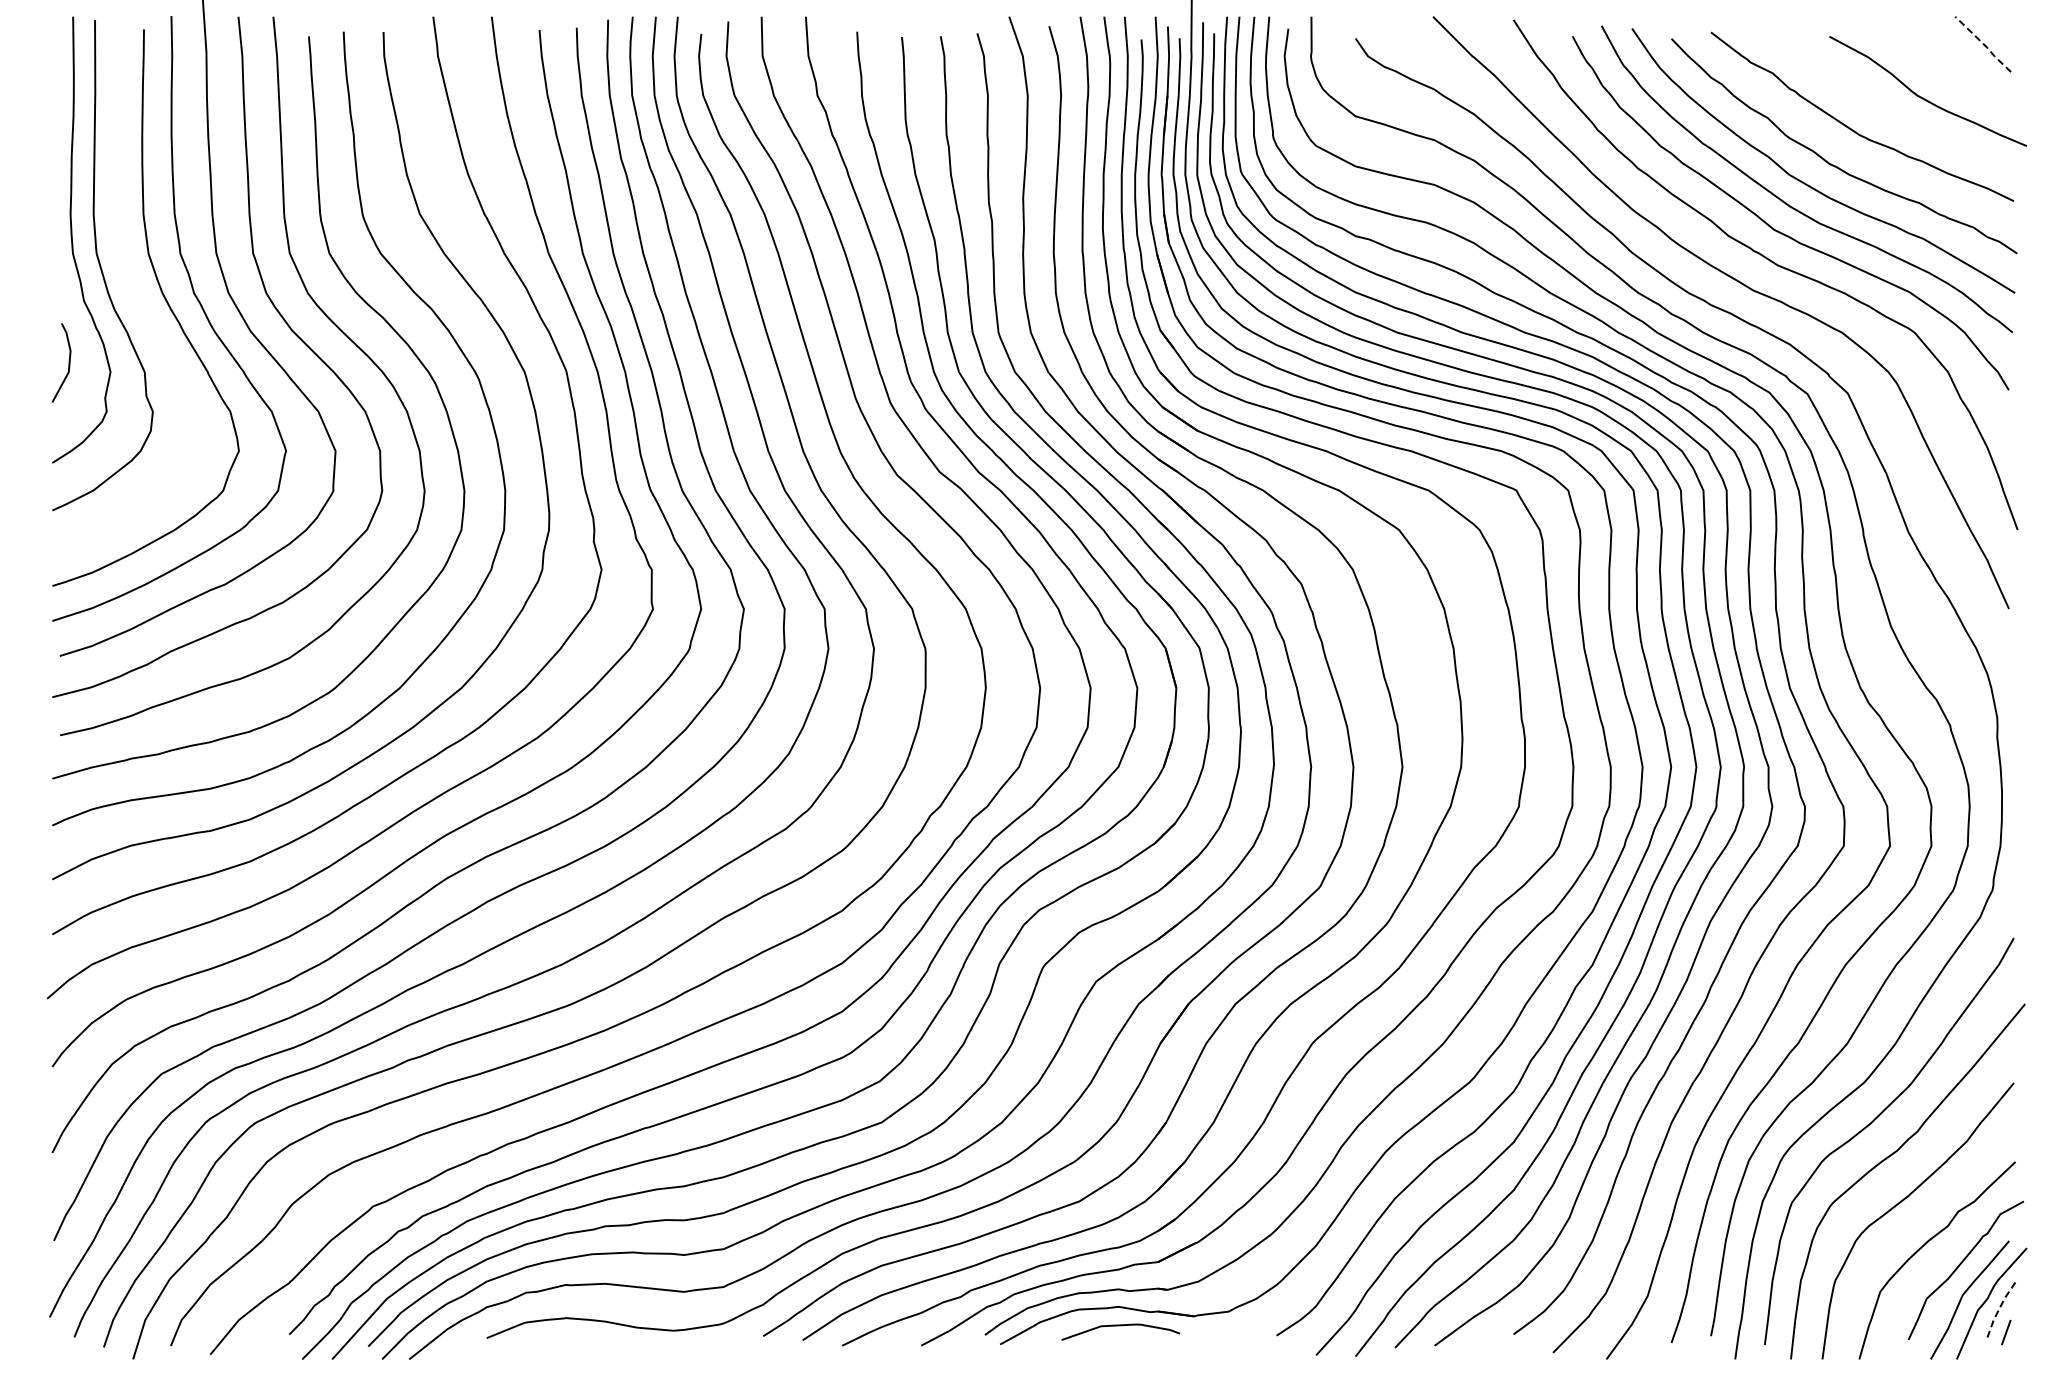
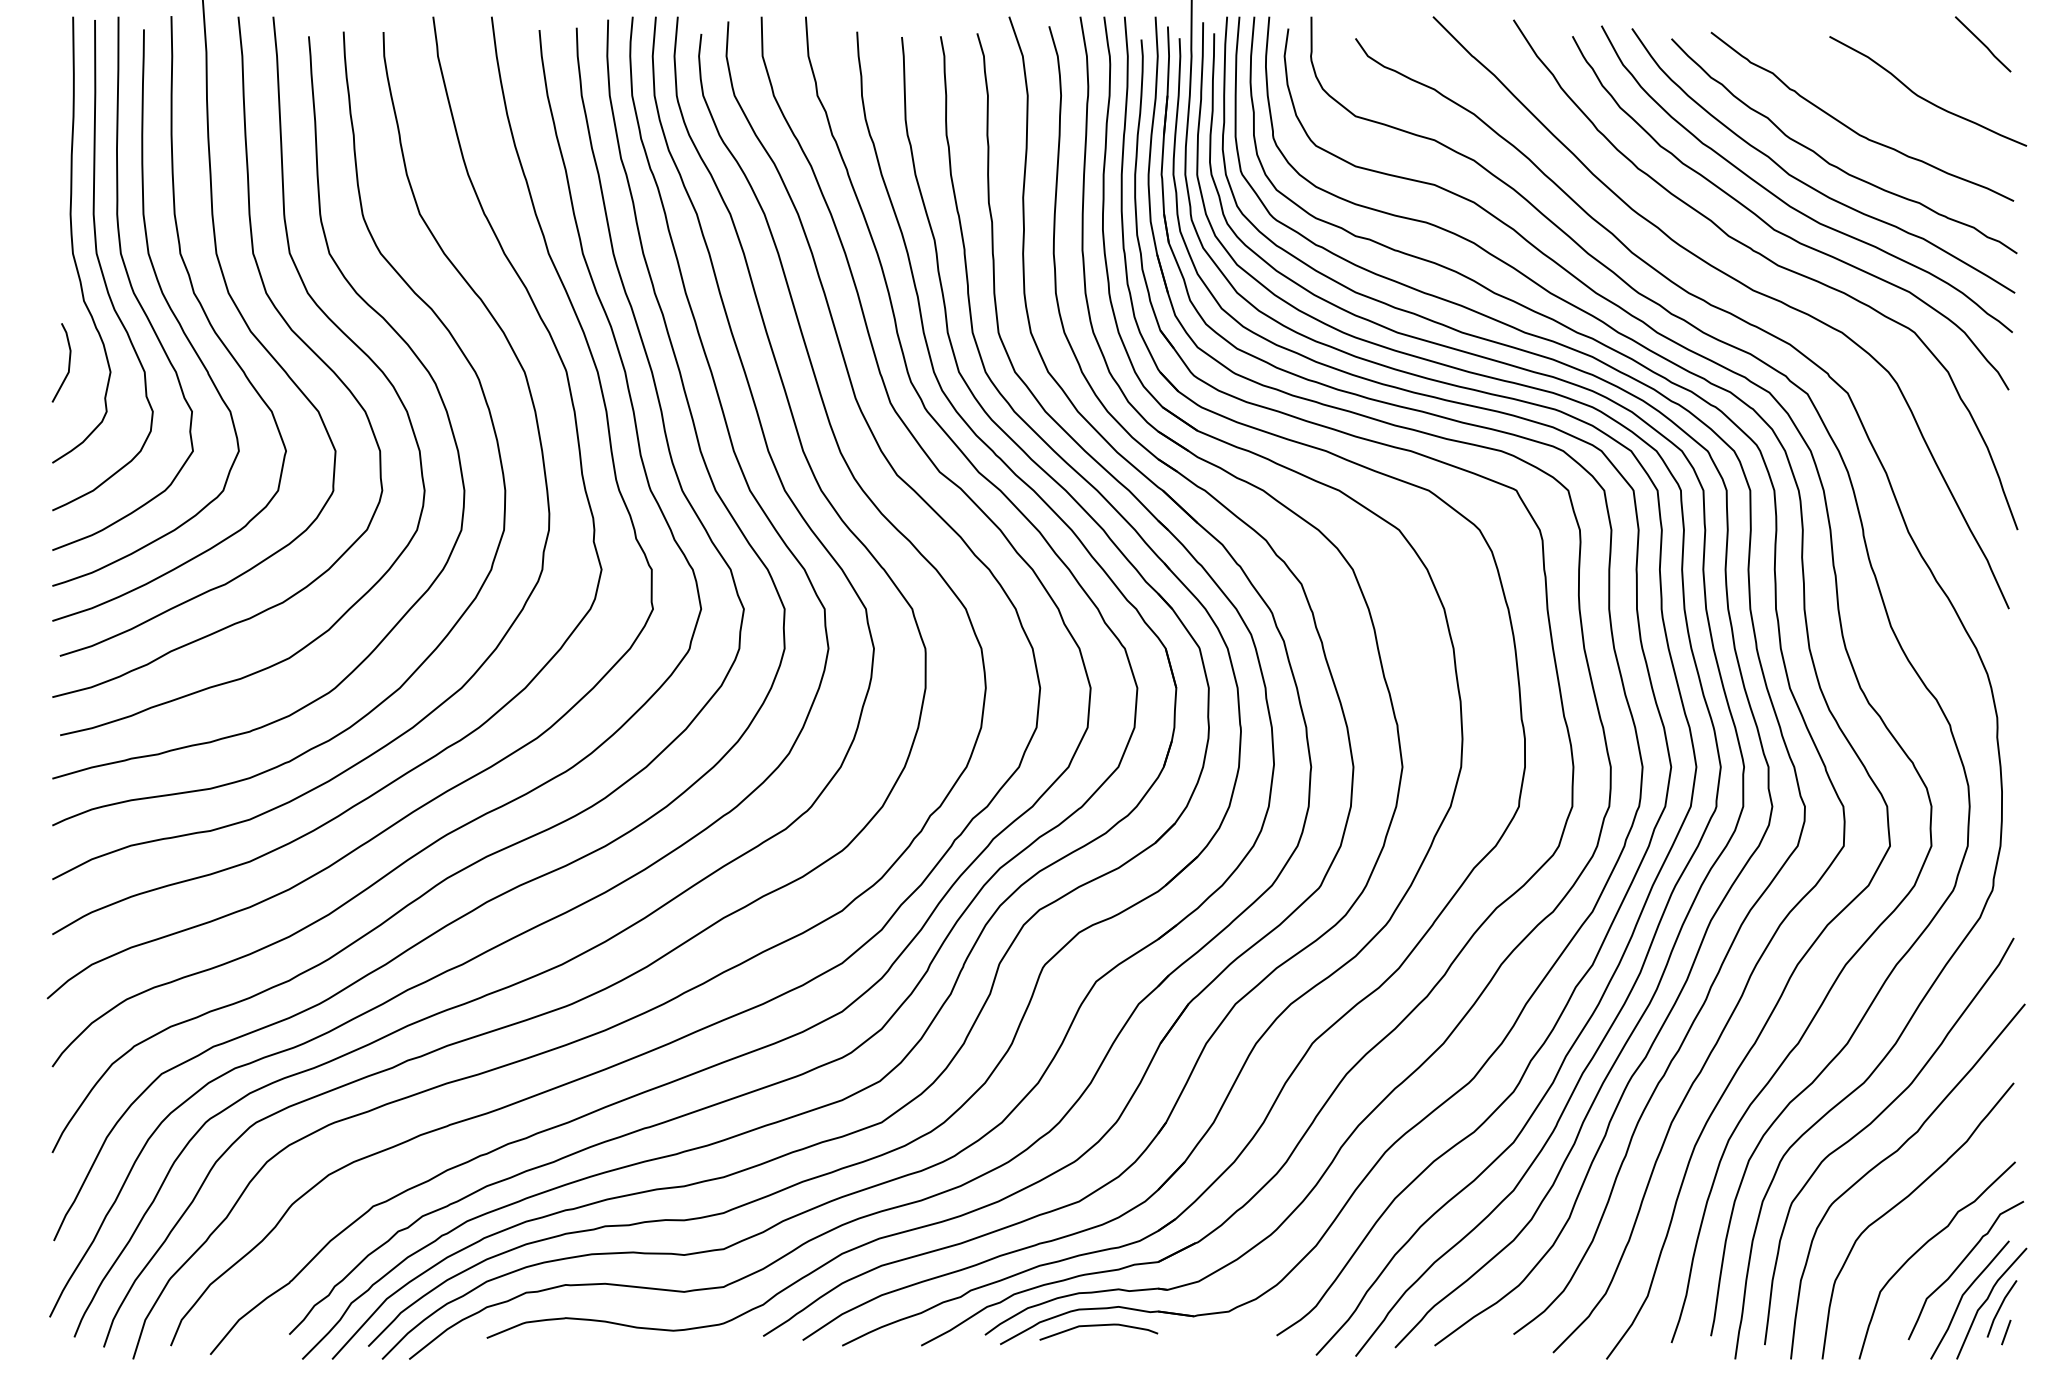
line at (1983, 44): dashed -> solid
curve at (128, 281): none -> present
line at (2000, 1307): dashed -> solid
curve at (1120, 1326) position: (1120, 1326) -> (1098, 1326)
